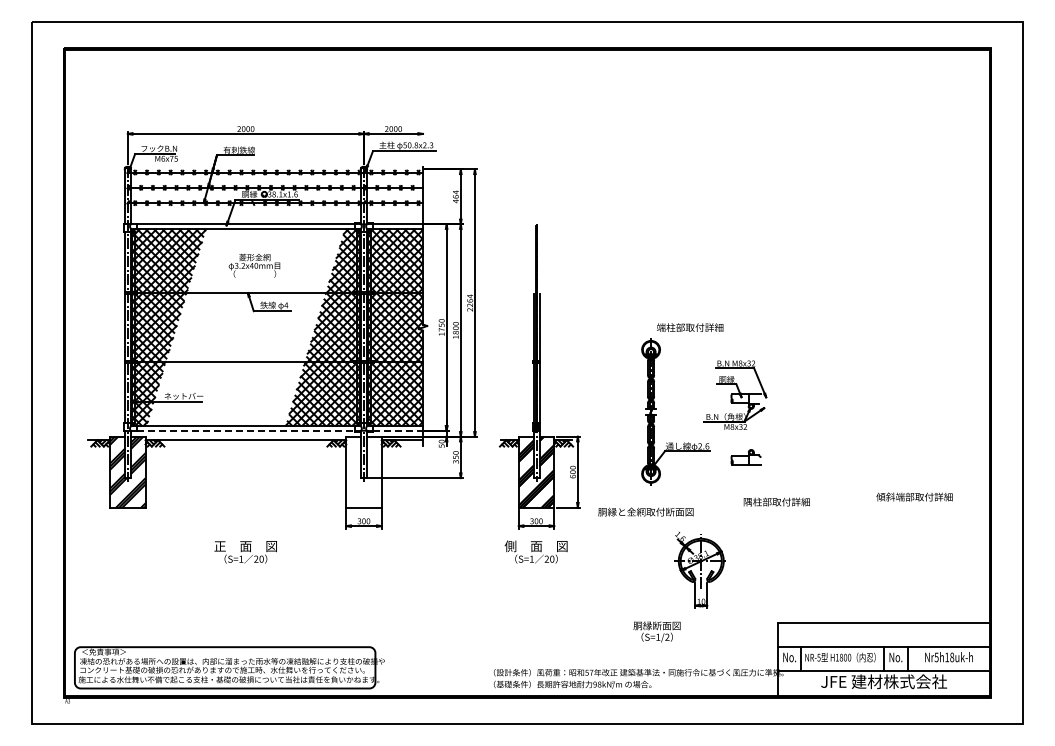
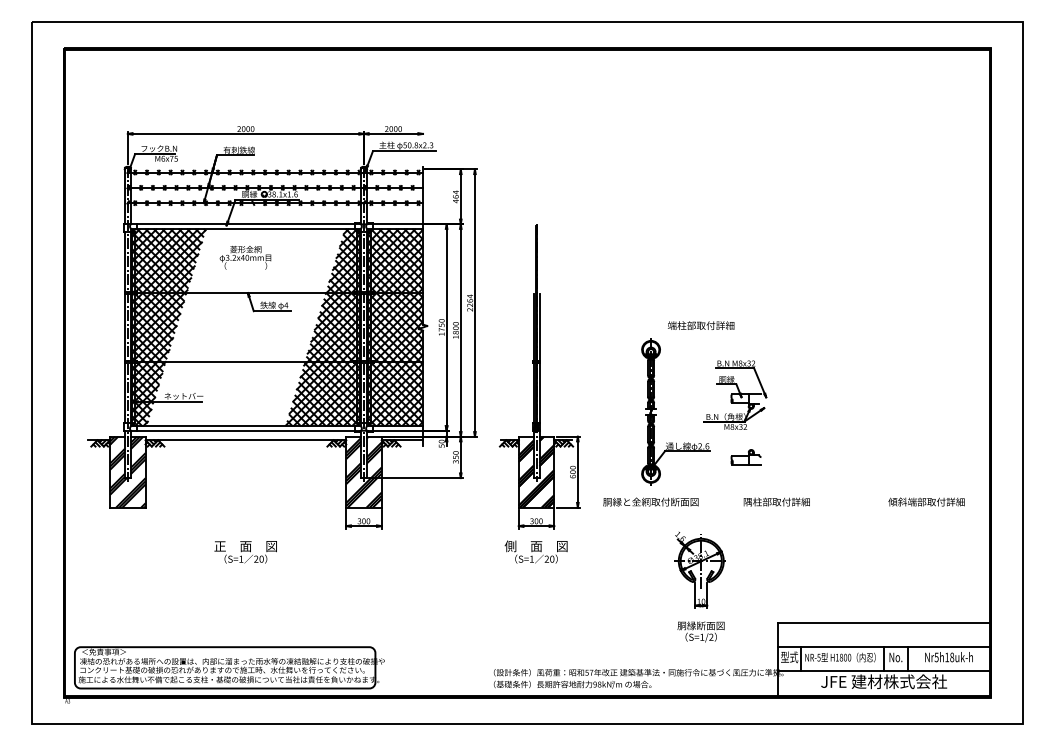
text at (254, 265) position: (254, 265) -> (245, 257)
text at (690, 327) position: (690, 327) -> (701, 325)
line at (245, 430): dashed -> solid
line at (398, 430): dashed -> solid
hatch at (363, 471): none -> present
text at (914, 496) position: (914, 496) -> (926, 501)
text at (645, 511) position: (645, 511) -> (650, 501)
text at (656, 631) position: (656, 631) -> (700, 631)
text at (789, 657): No. -> 型式
